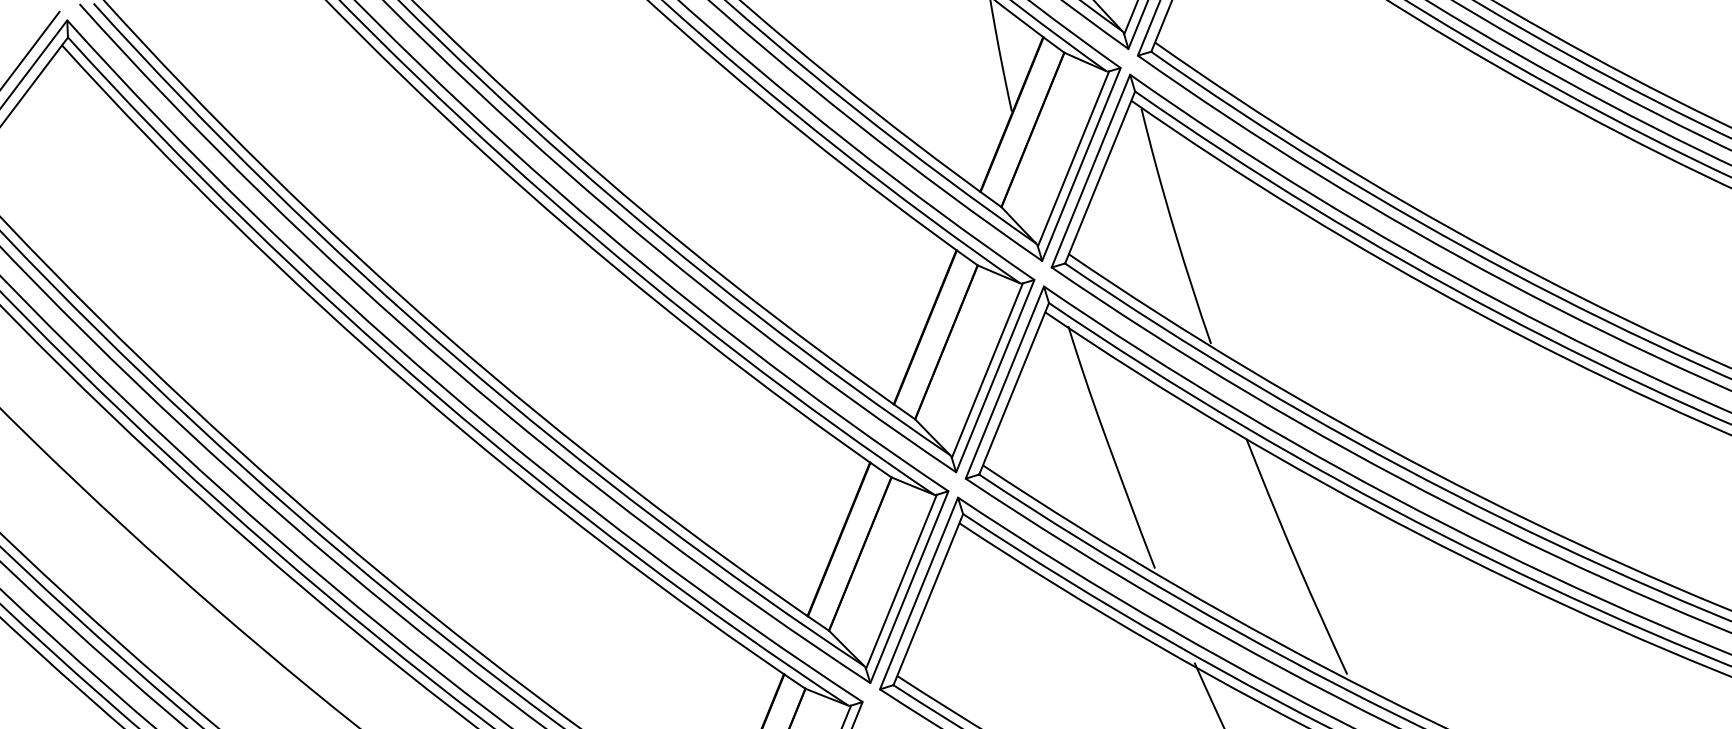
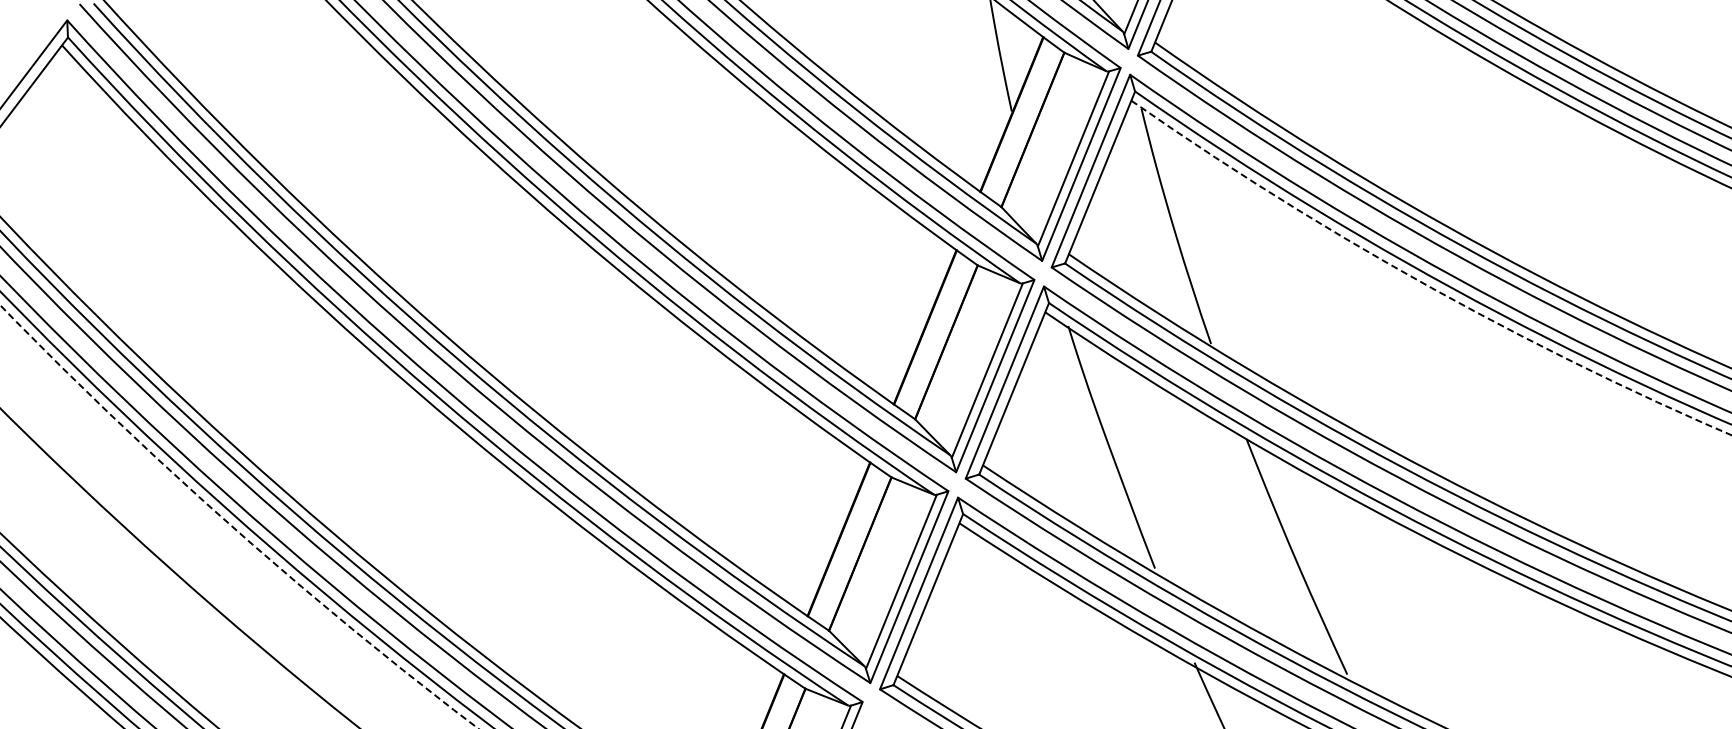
line at (30, 49): present -> none
arc at (1424, 283): solid -> dashed
arc at (231, 526): solid -> dashed
